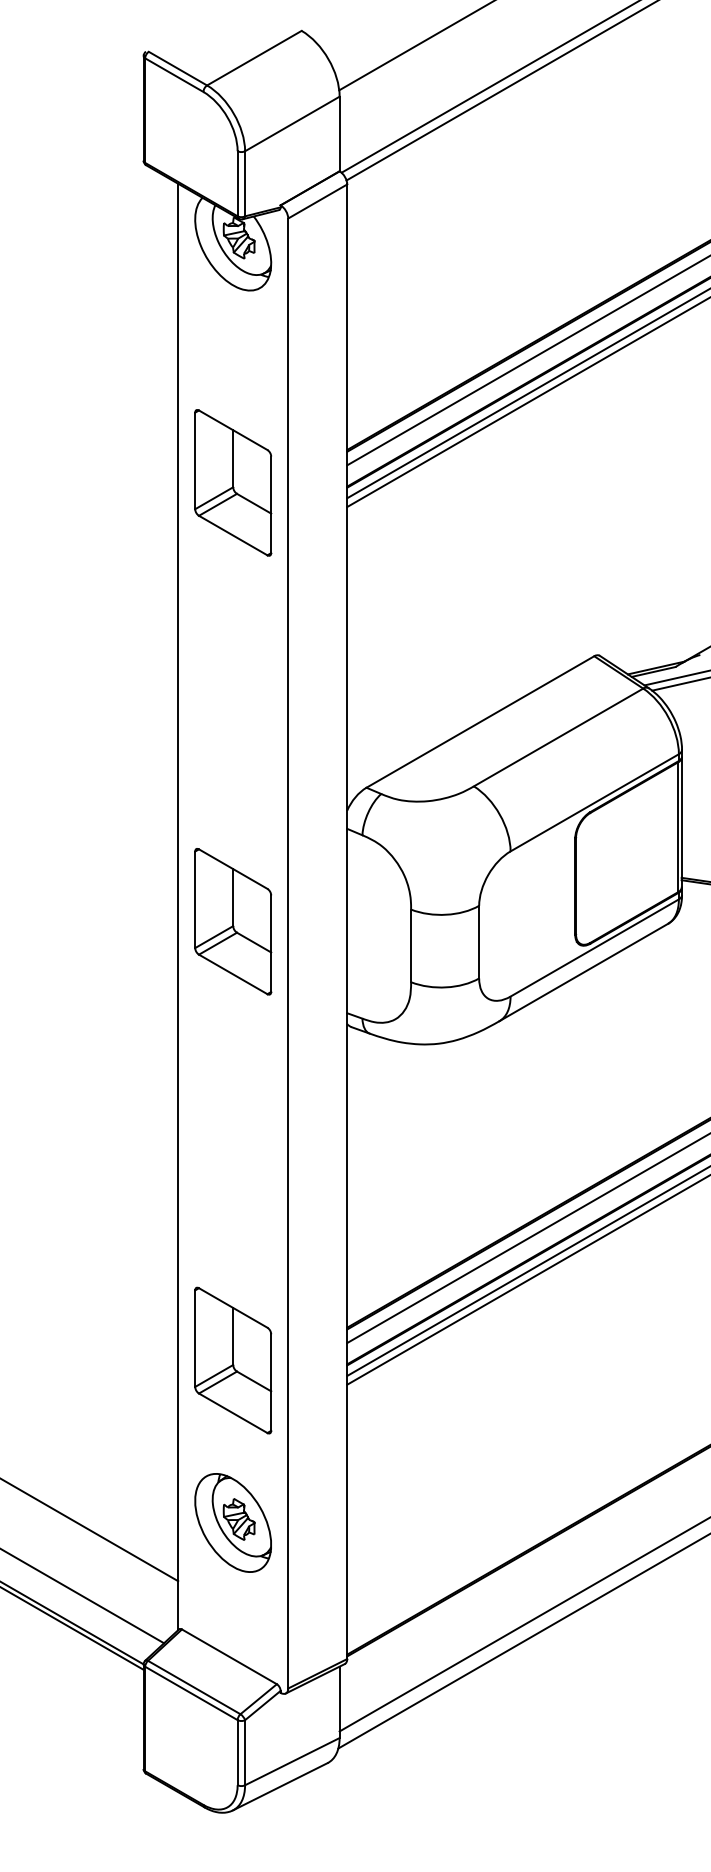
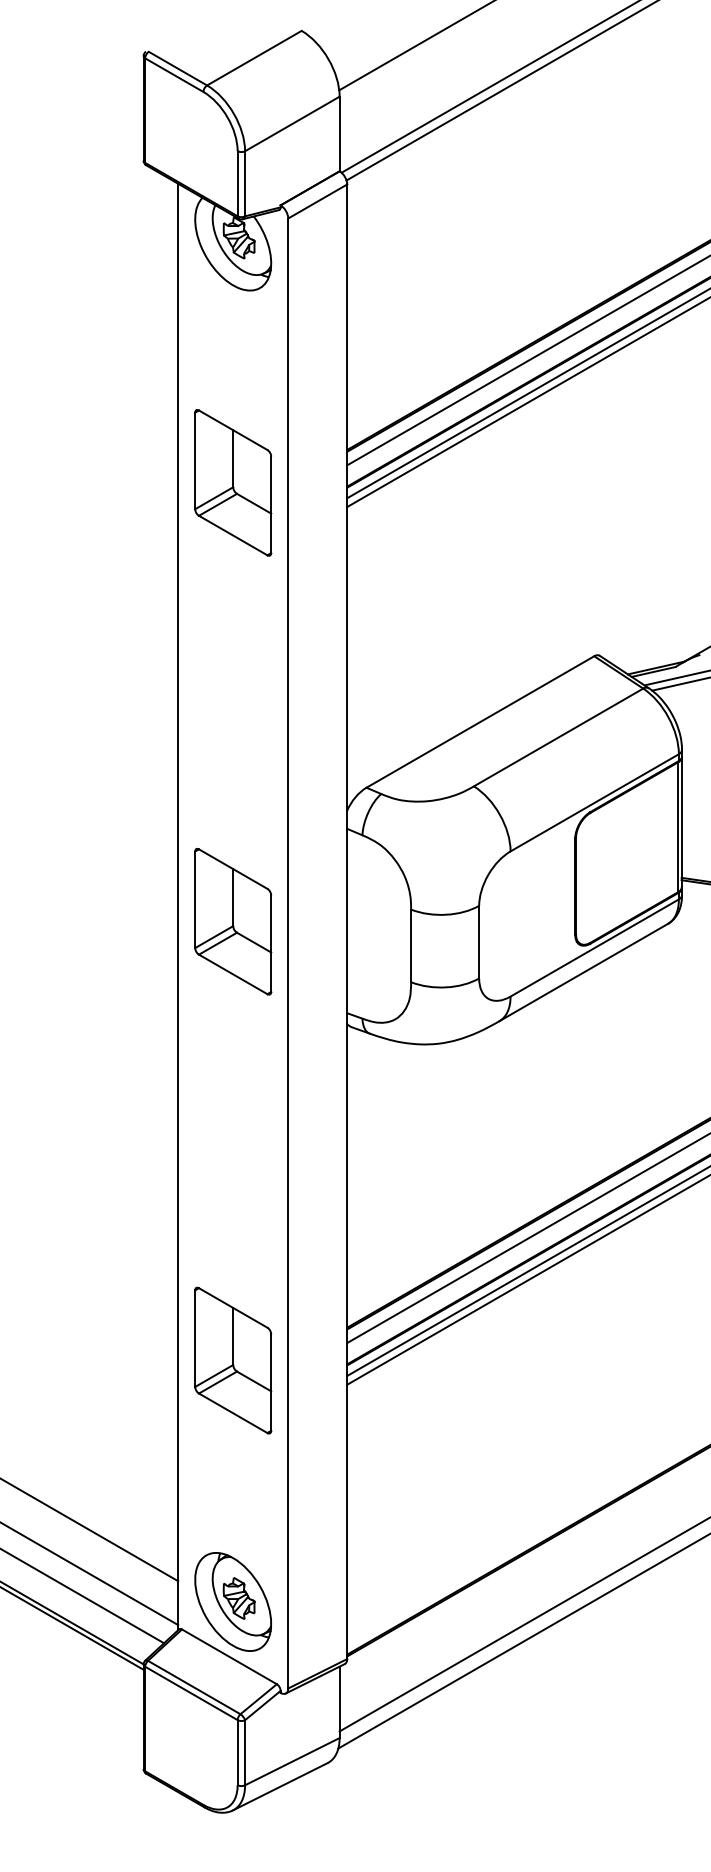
part at (232, 1522) position: (232, 1522) -> (232, 1601)
line at (90, 1574): none -> present
